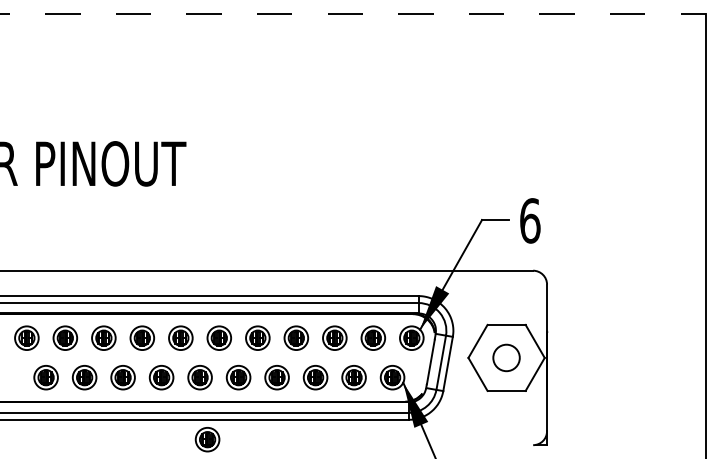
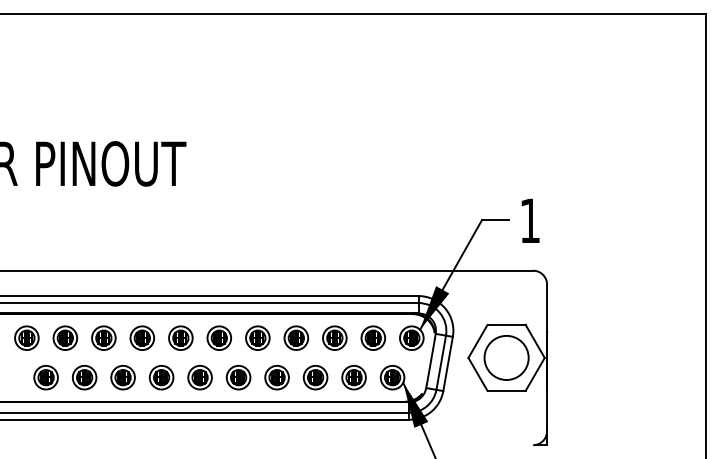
line at (353, 13): dashed -> solid
text at (530, 220): 6 -> 1
circle at (506, 357) size: 29x30 px -> 47x46 px
part at (207, 439): present -> none
